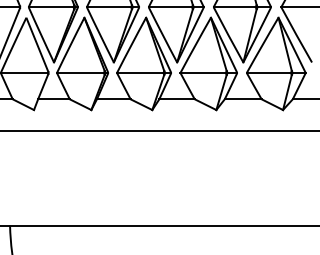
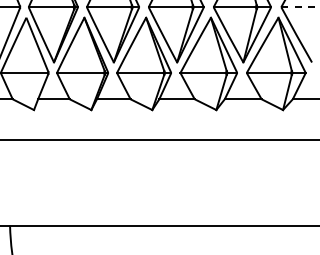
line at (301, 7): solid -> dashed
line at (159, 130) position: (159, 130) -> (159, 139)
